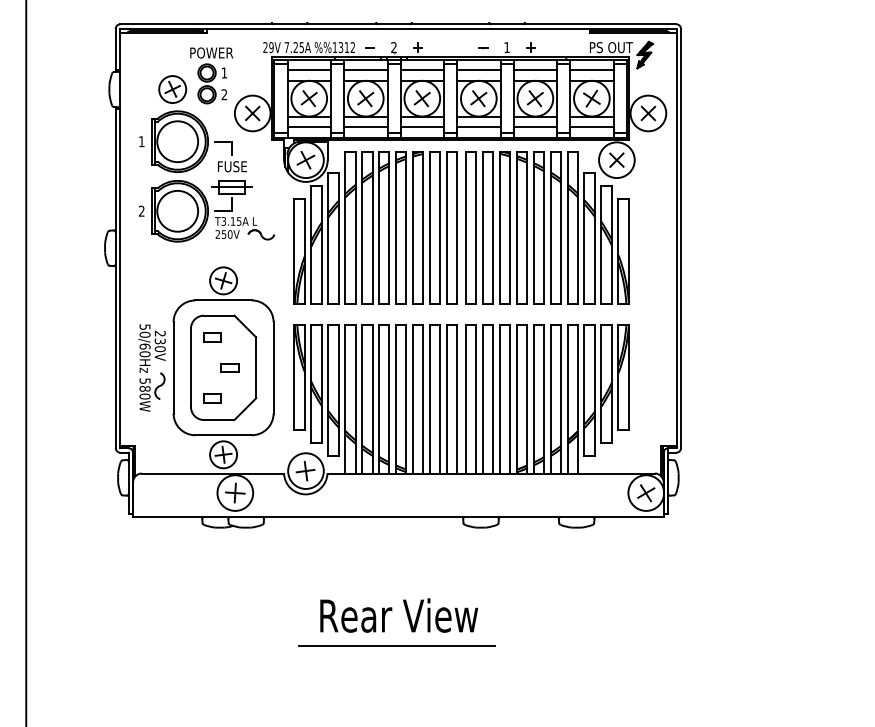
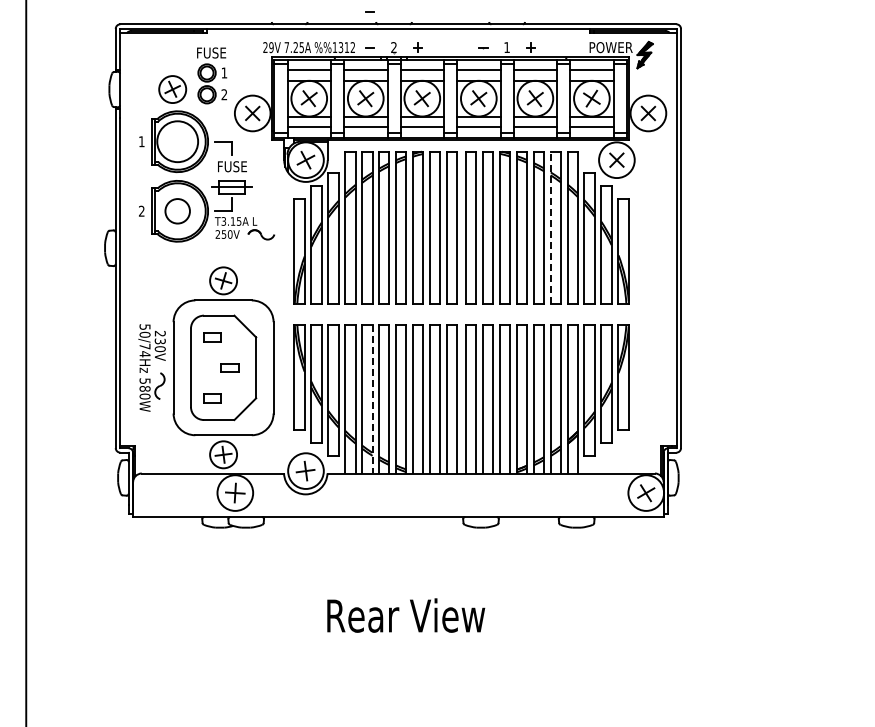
line at (369, 11): none -> present
text at (611, 47): PS OUT -> POWER
text at (211, 52): POWER -> FUSE
circle at (177, 210) diameter: 41 px -> 25 px
line at (550, 227): solid -> dashed
text at (144, 350): 50/60Hz -> 50/74Hz
line at (372, 399): solid -> dashed
text at (399, 615) position: (399, 615) -> (406, 615)
line at (396, 645): present -> none
